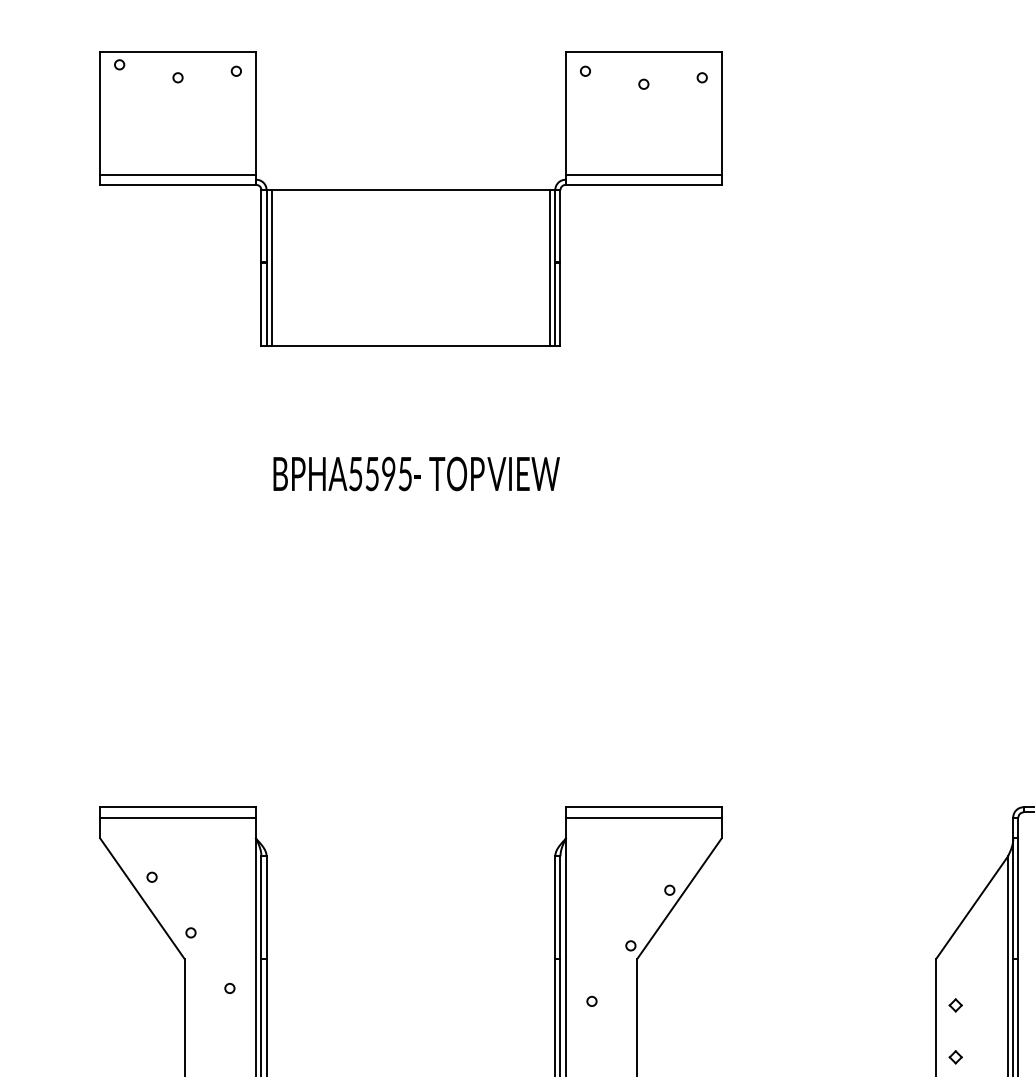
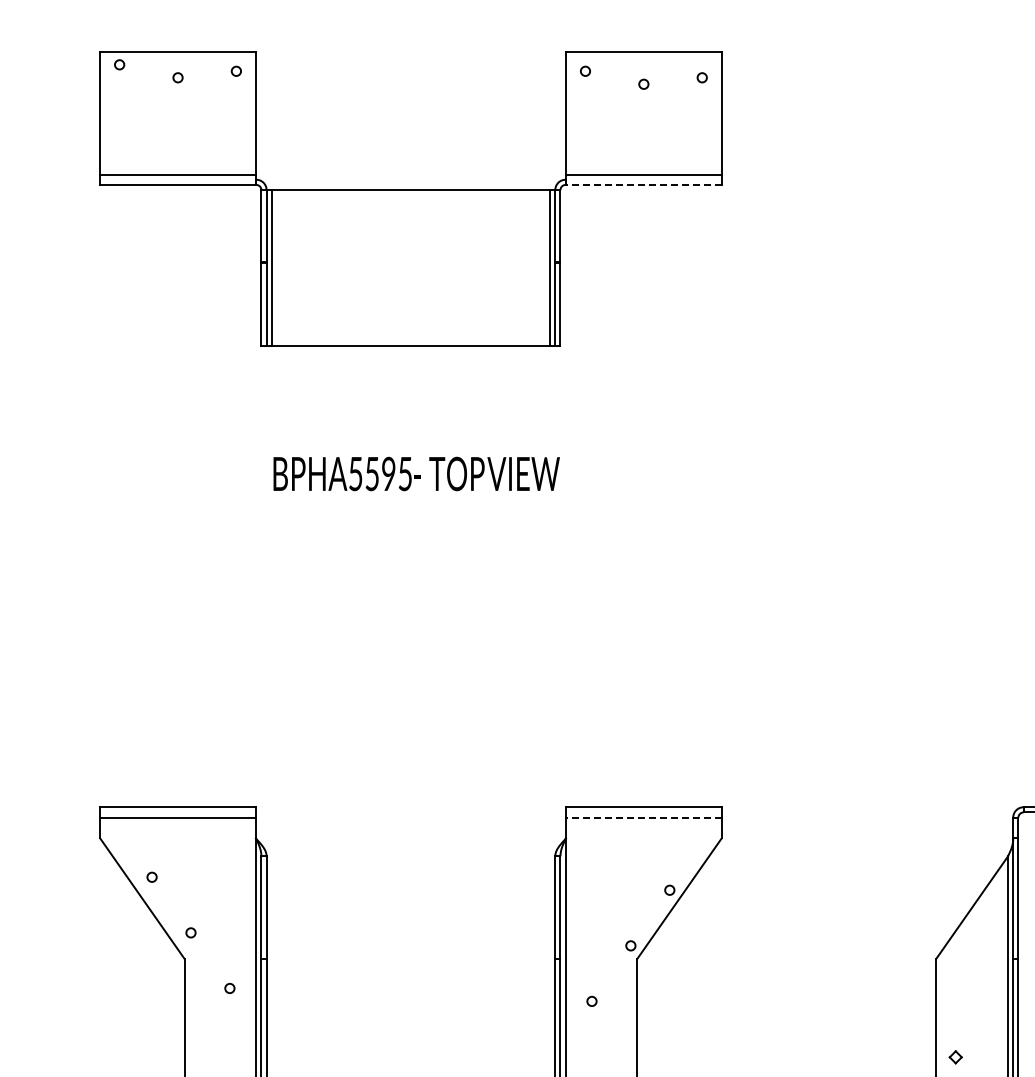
line at (643, 184): solid -> dashed
line at (643, 817): solid -> dashed
part at (955, 1005): present -> none
